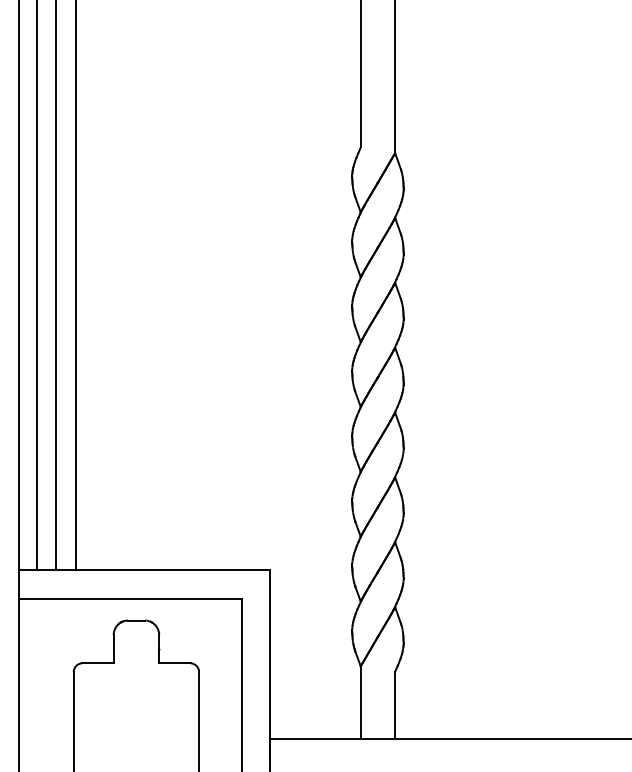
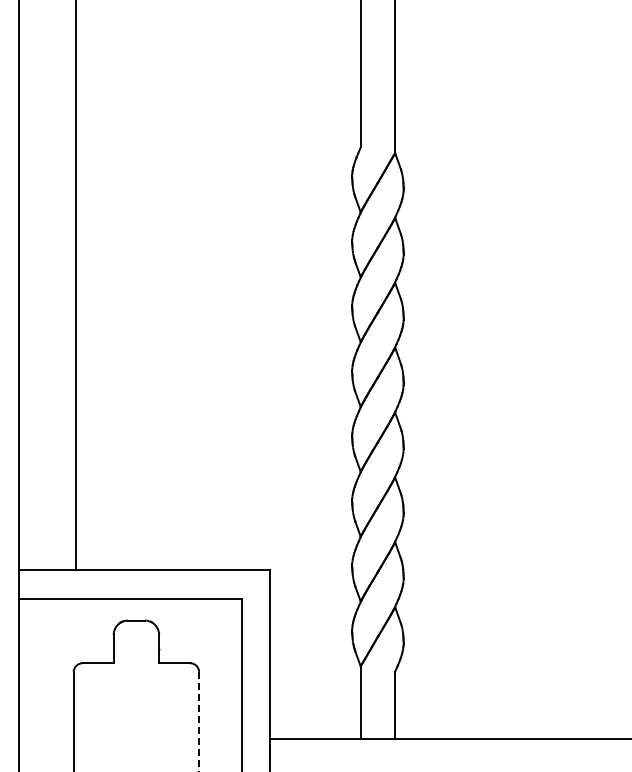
line at (37, 286): present -> none
line at (56, 286): present -> none
line at (199, 721): solid -> dashed
